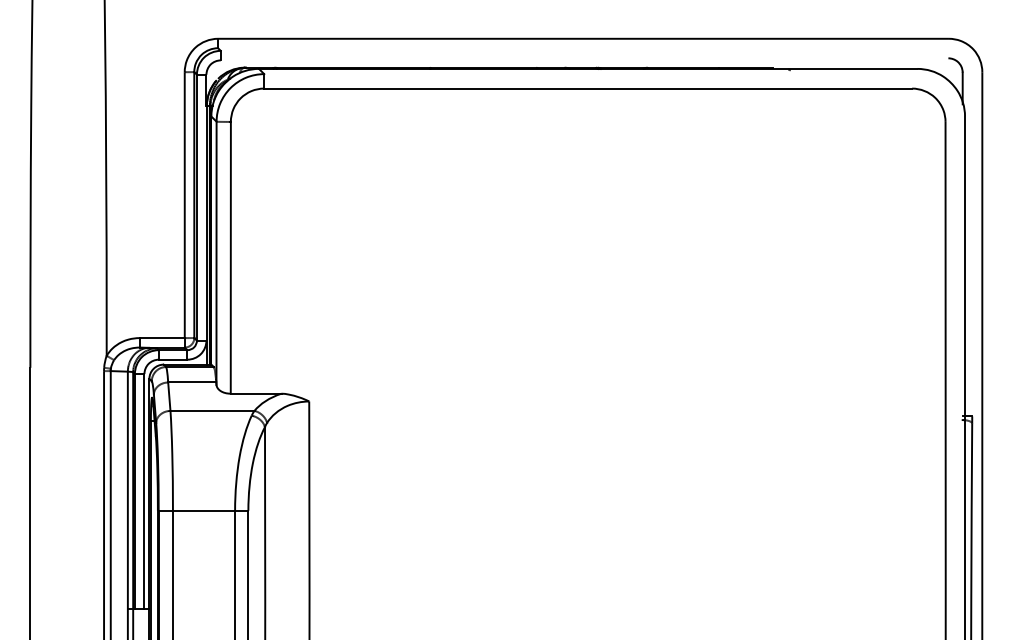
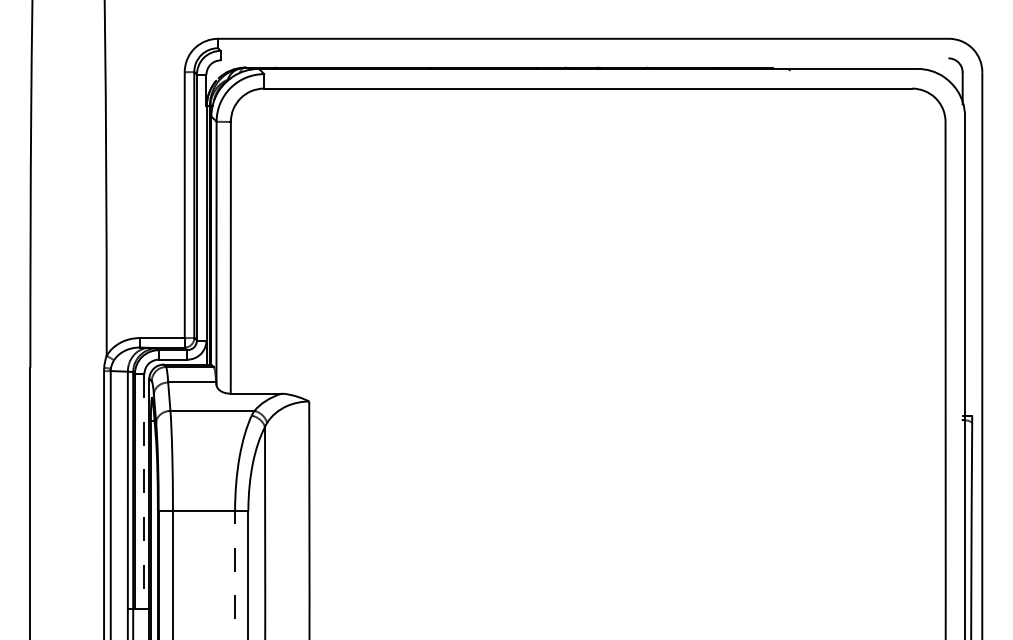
line at (144, 491): solid -> dashed
line at (235, 574): solid -> dashed
